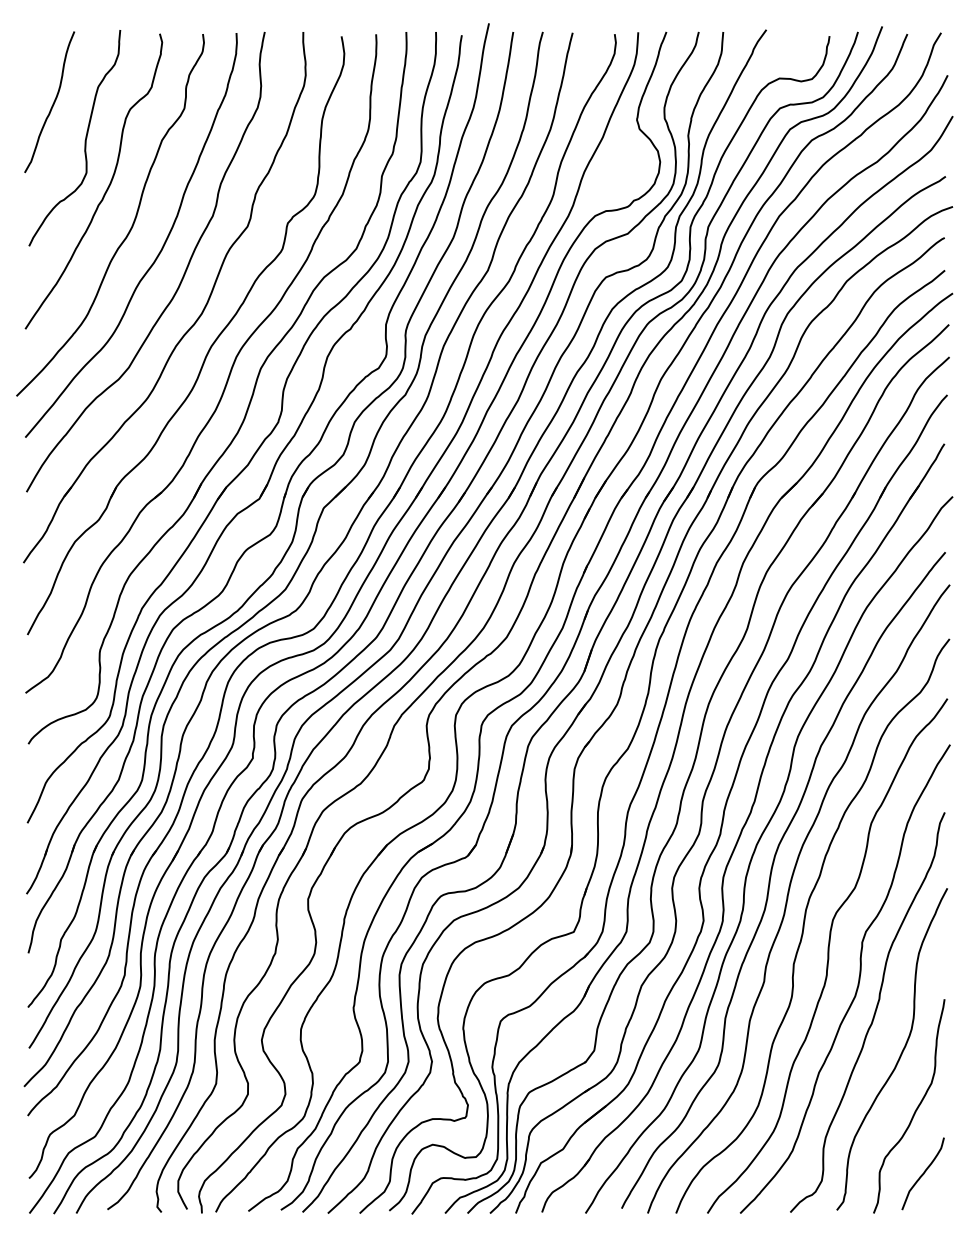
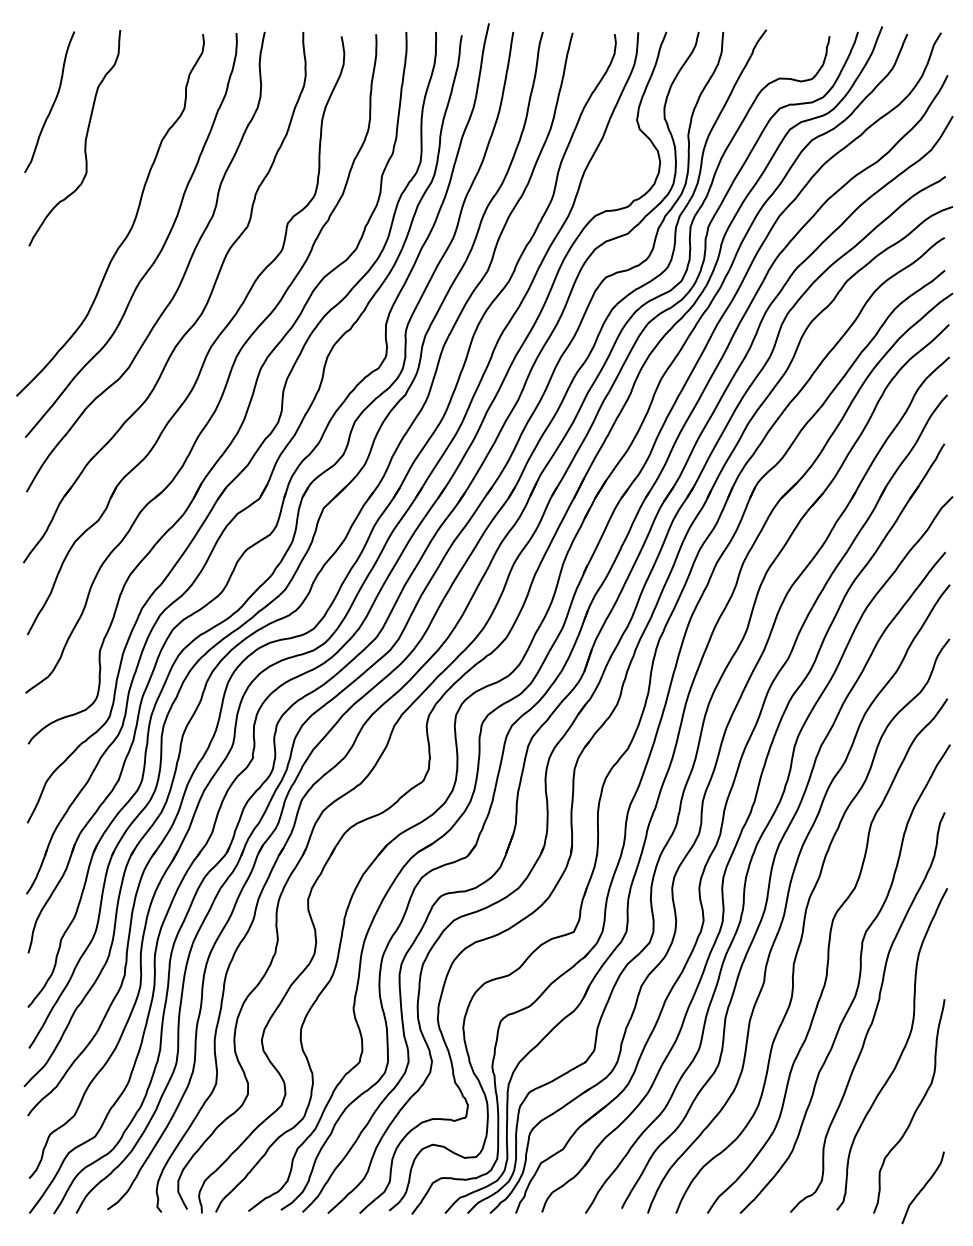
curve at (105, 190): present -> none
curve at (922, 1173) position: (922, 1173) -> (922, 1187)
